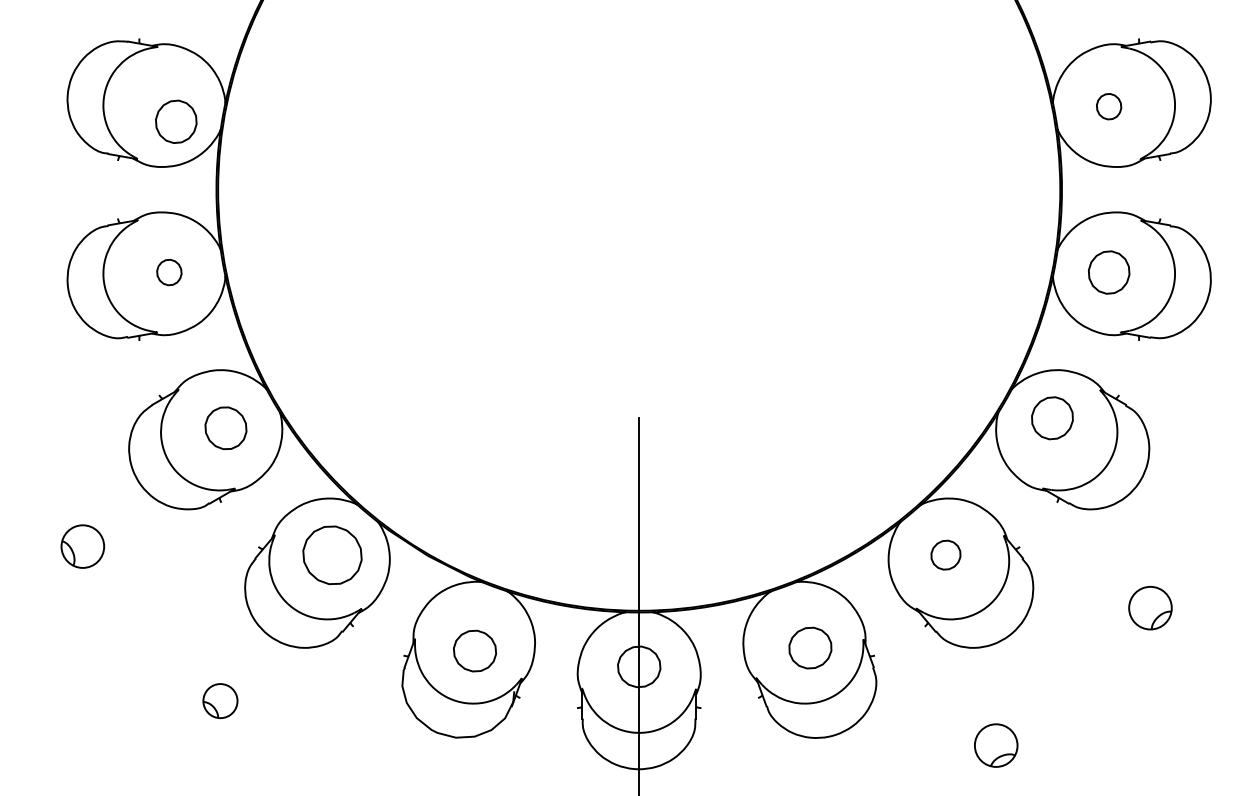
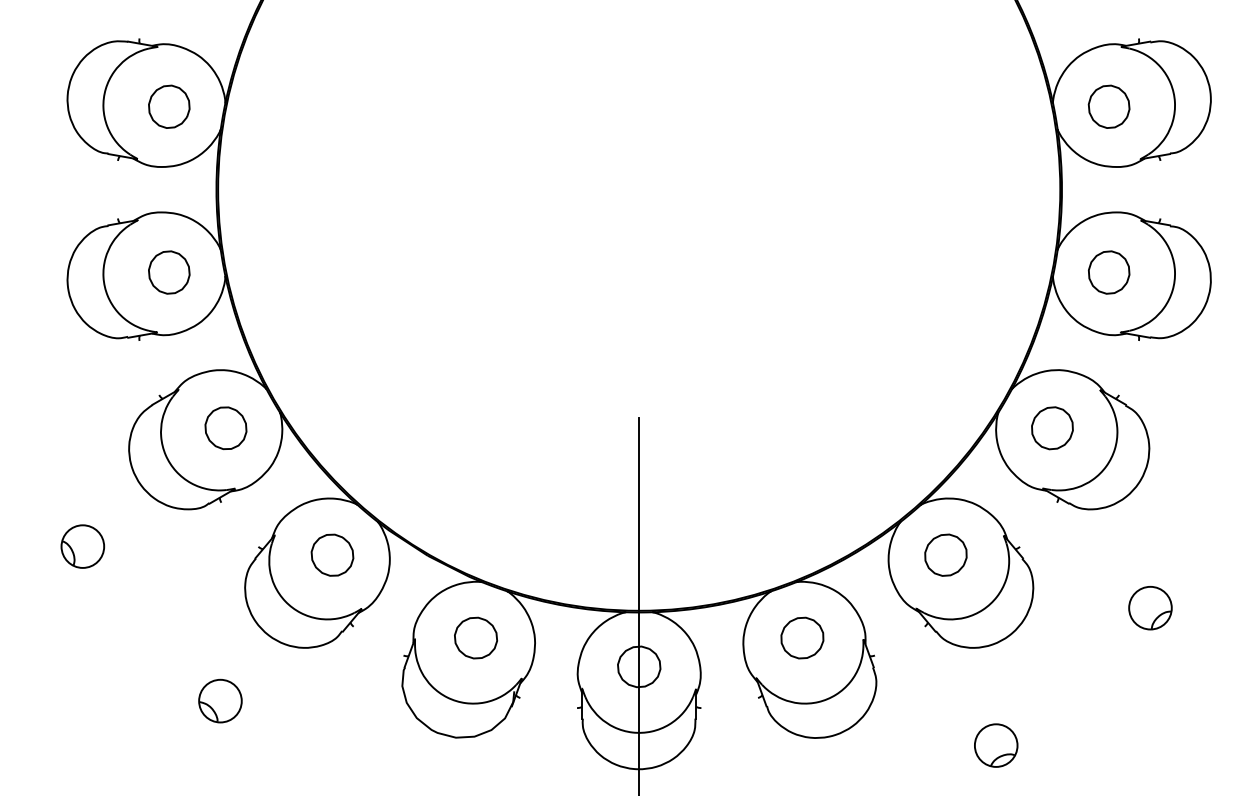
part at (1109, 106) size: 27x28 px -> 44x45 px
part at (176, 121) position: (176, 121) -> (169, 106)
part at (169, 272) size: 27x29 px -> 43x45 px
part at (1052, 418) position: (1052, 418) -> (1052, 428)
part at (945, 554) size: 32x32 px -> 44x44 px
part at (332, 555) size: 61x61 px -> 45x44 px
part at (810, 647) position: (810, 647) -> (802, 637)
part at (475, 650) position: (475, 650) -> (476, 637)
part at (220, 701) size: 37x37 px -> 45x46 px
